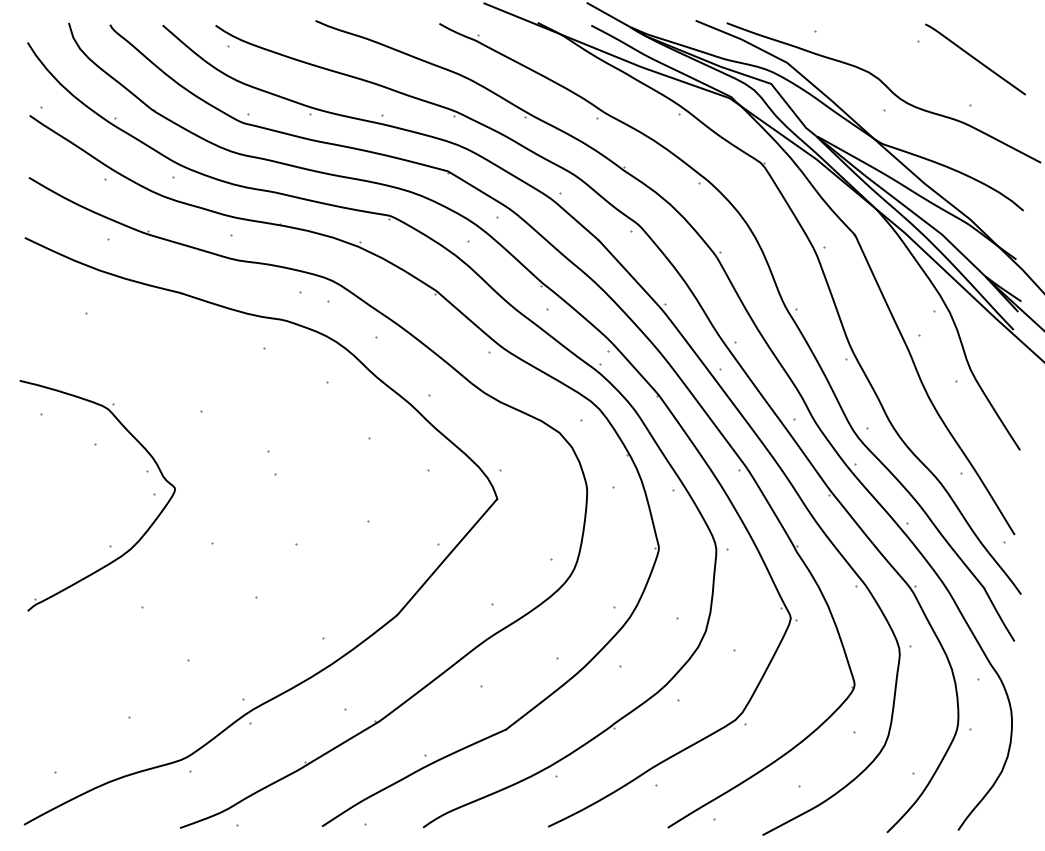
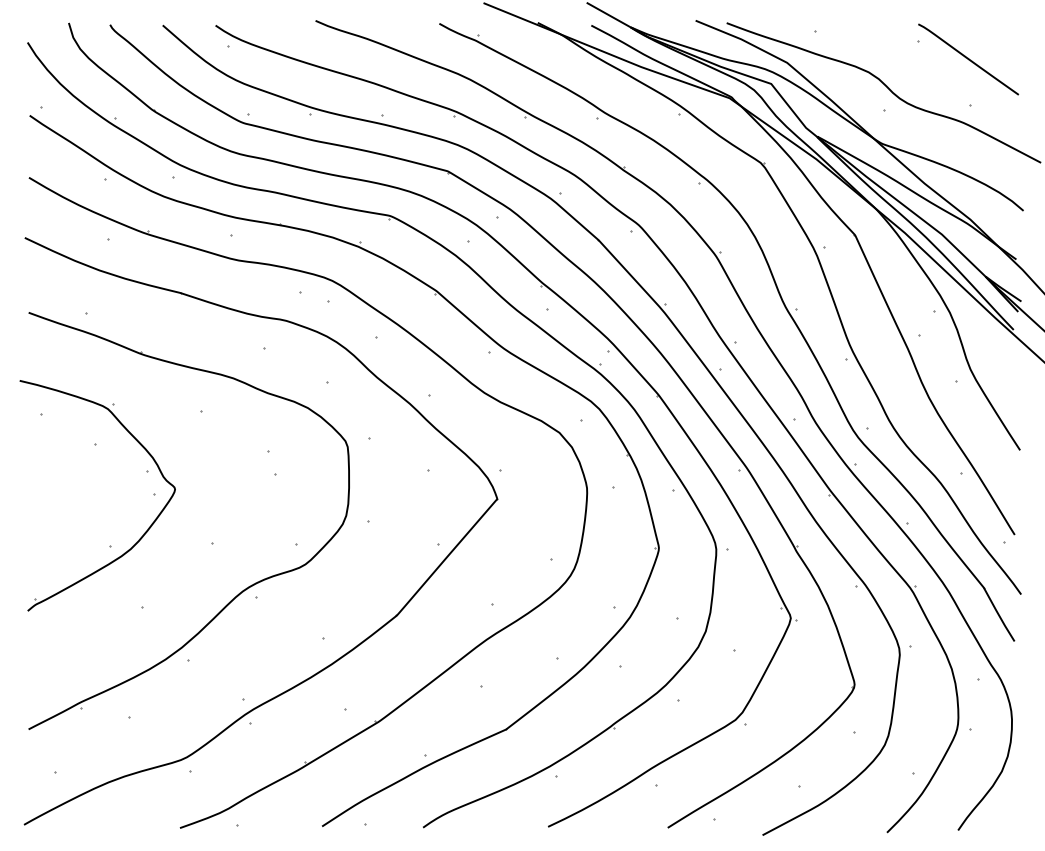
line at (975, 59) position: (975, 59) -> (968, 59)
part at (239, 592): none -> present
